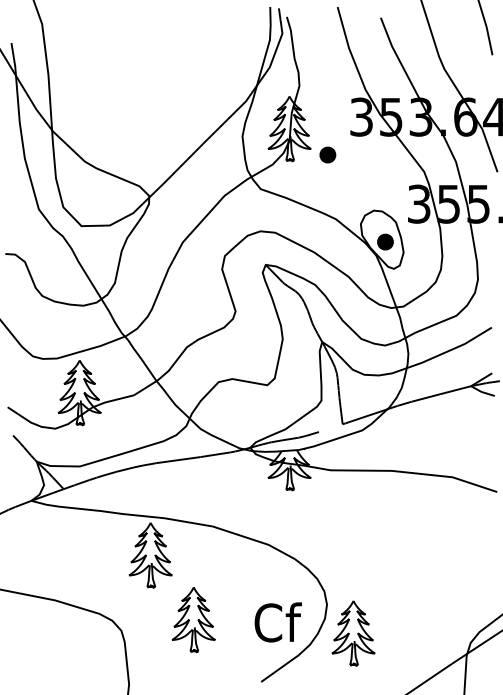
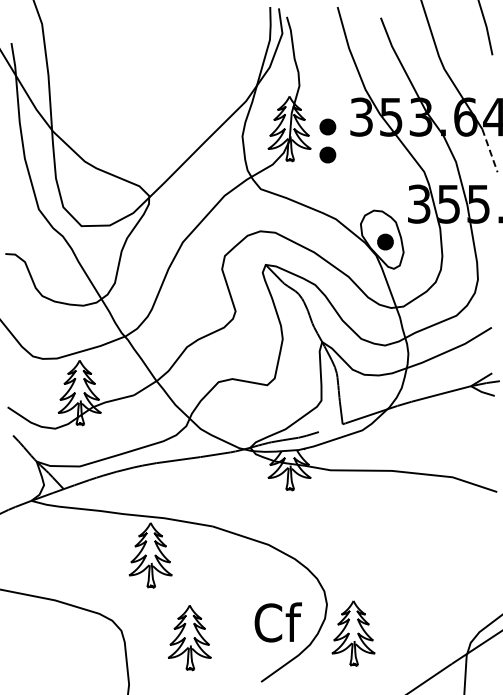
part at (327, 126): none -> present
line at (489, 150): solid -> dashed
part at (193, 620) position: (193, 620) -> (189, 638)
